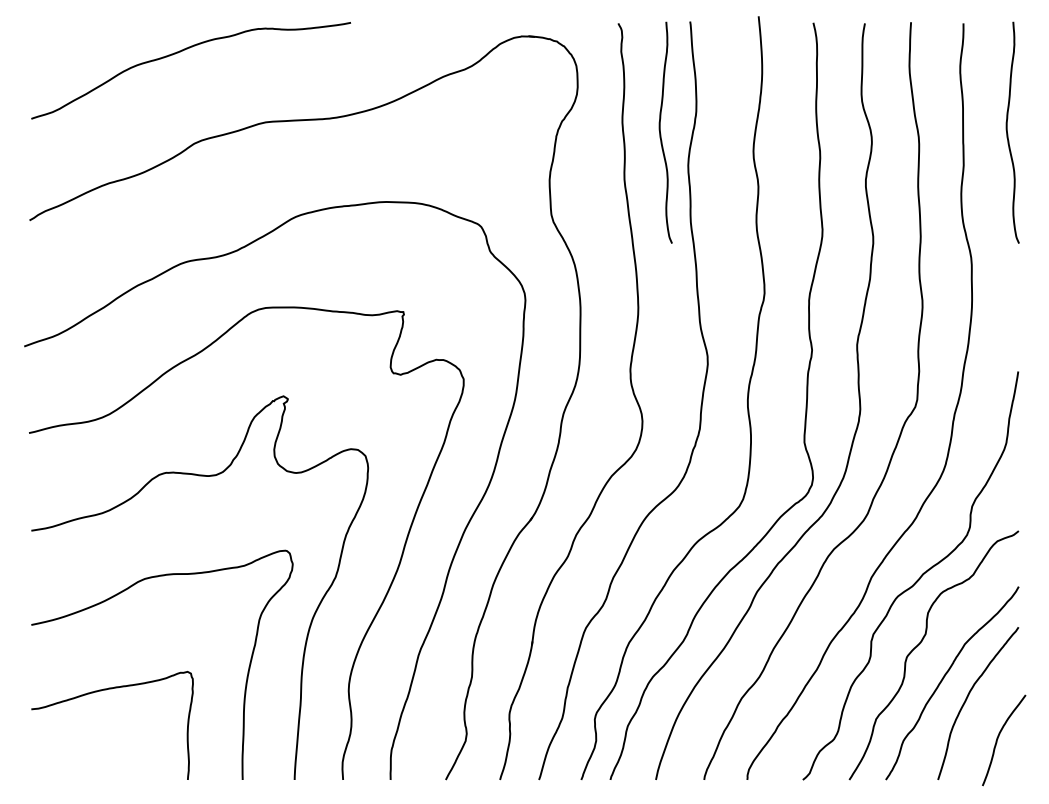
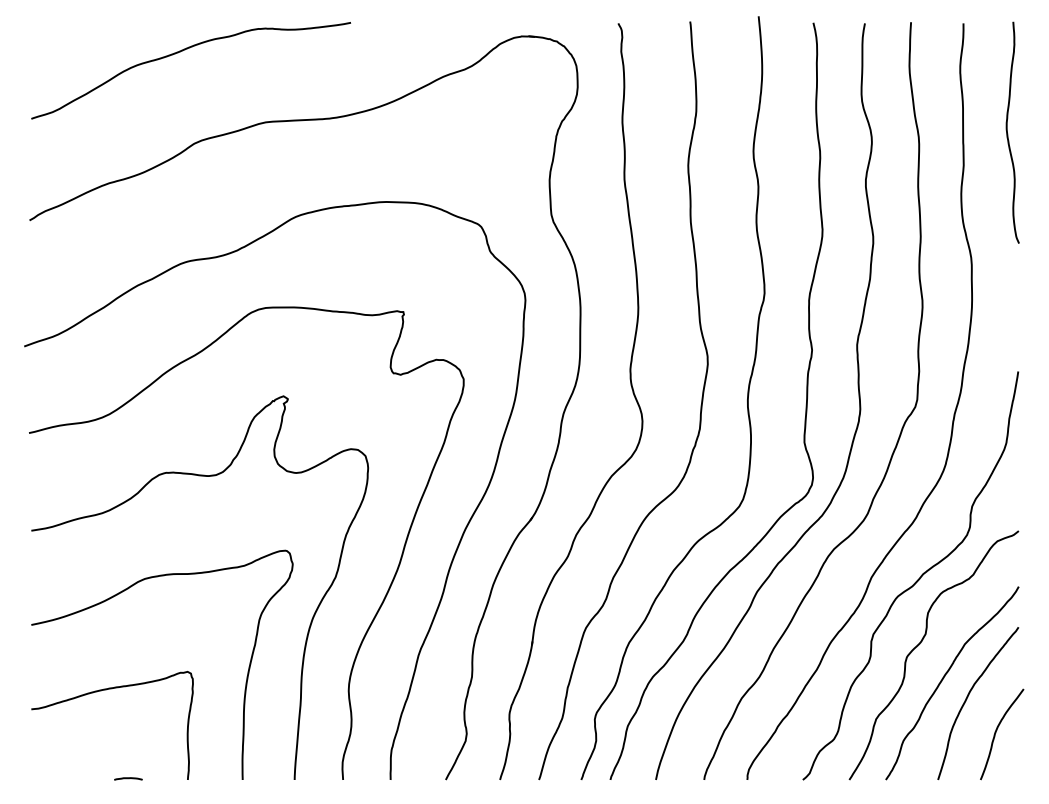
curve at (661, 133): present -> none
curve at (998, 739) position: (998, 739) -> (996, 733)
line at (128, 778): none -> present
